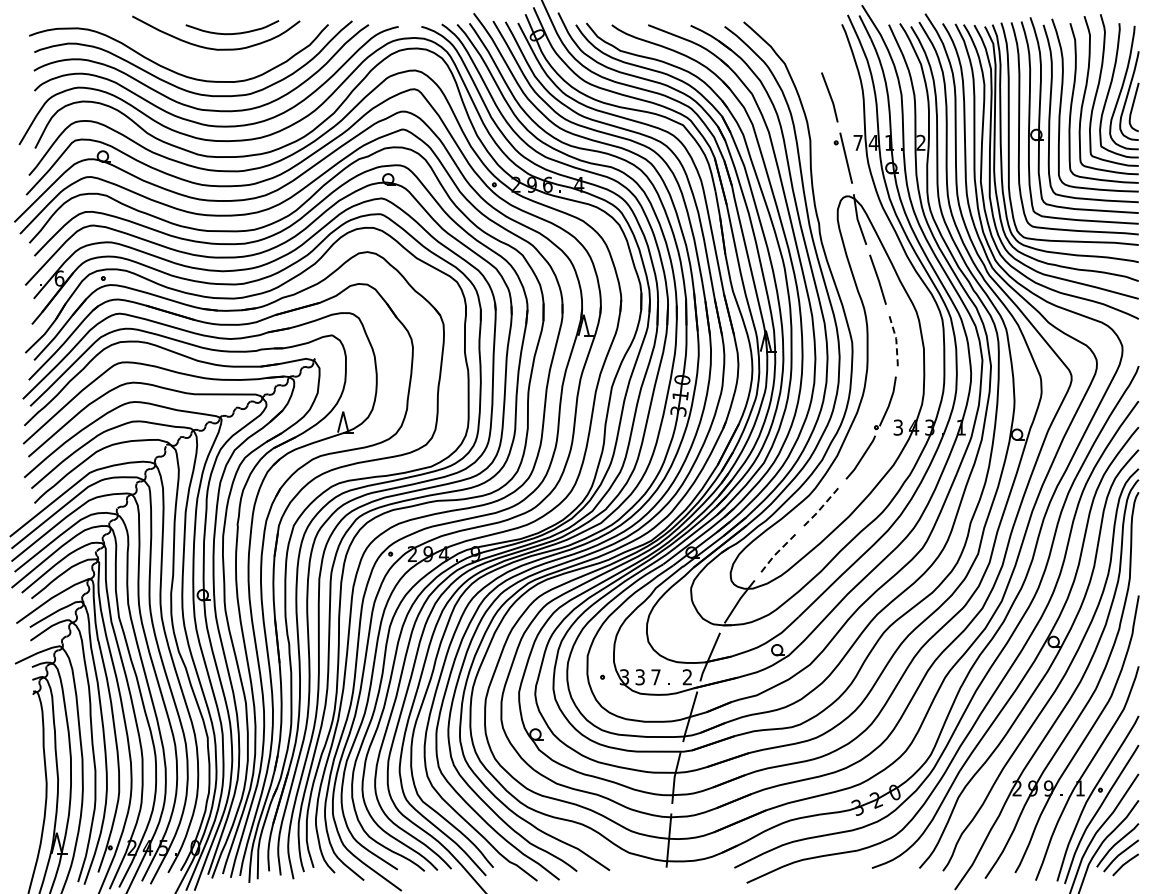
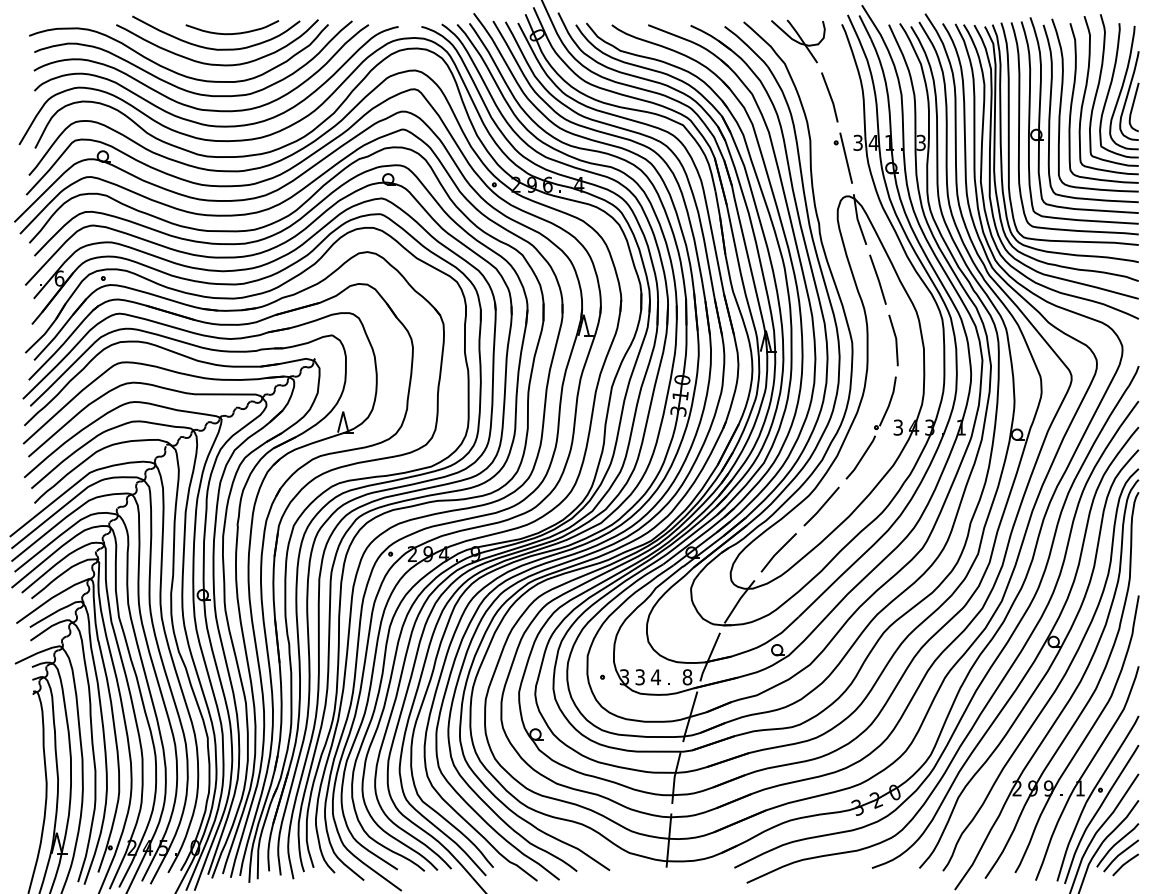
part at (798, 41): none -> present
curve at (213, 63): none -> present
text at (857, 142): 7 -> 3
text at (920, 142): 2 -> 3
line at (896, 340): dashed -> solid
line at (821, 507): dashed -> solid
line at (777, 552): dashed -> solid
text at (655, 677): 7 -> 4
text at (687, 677): 2 -> 8
